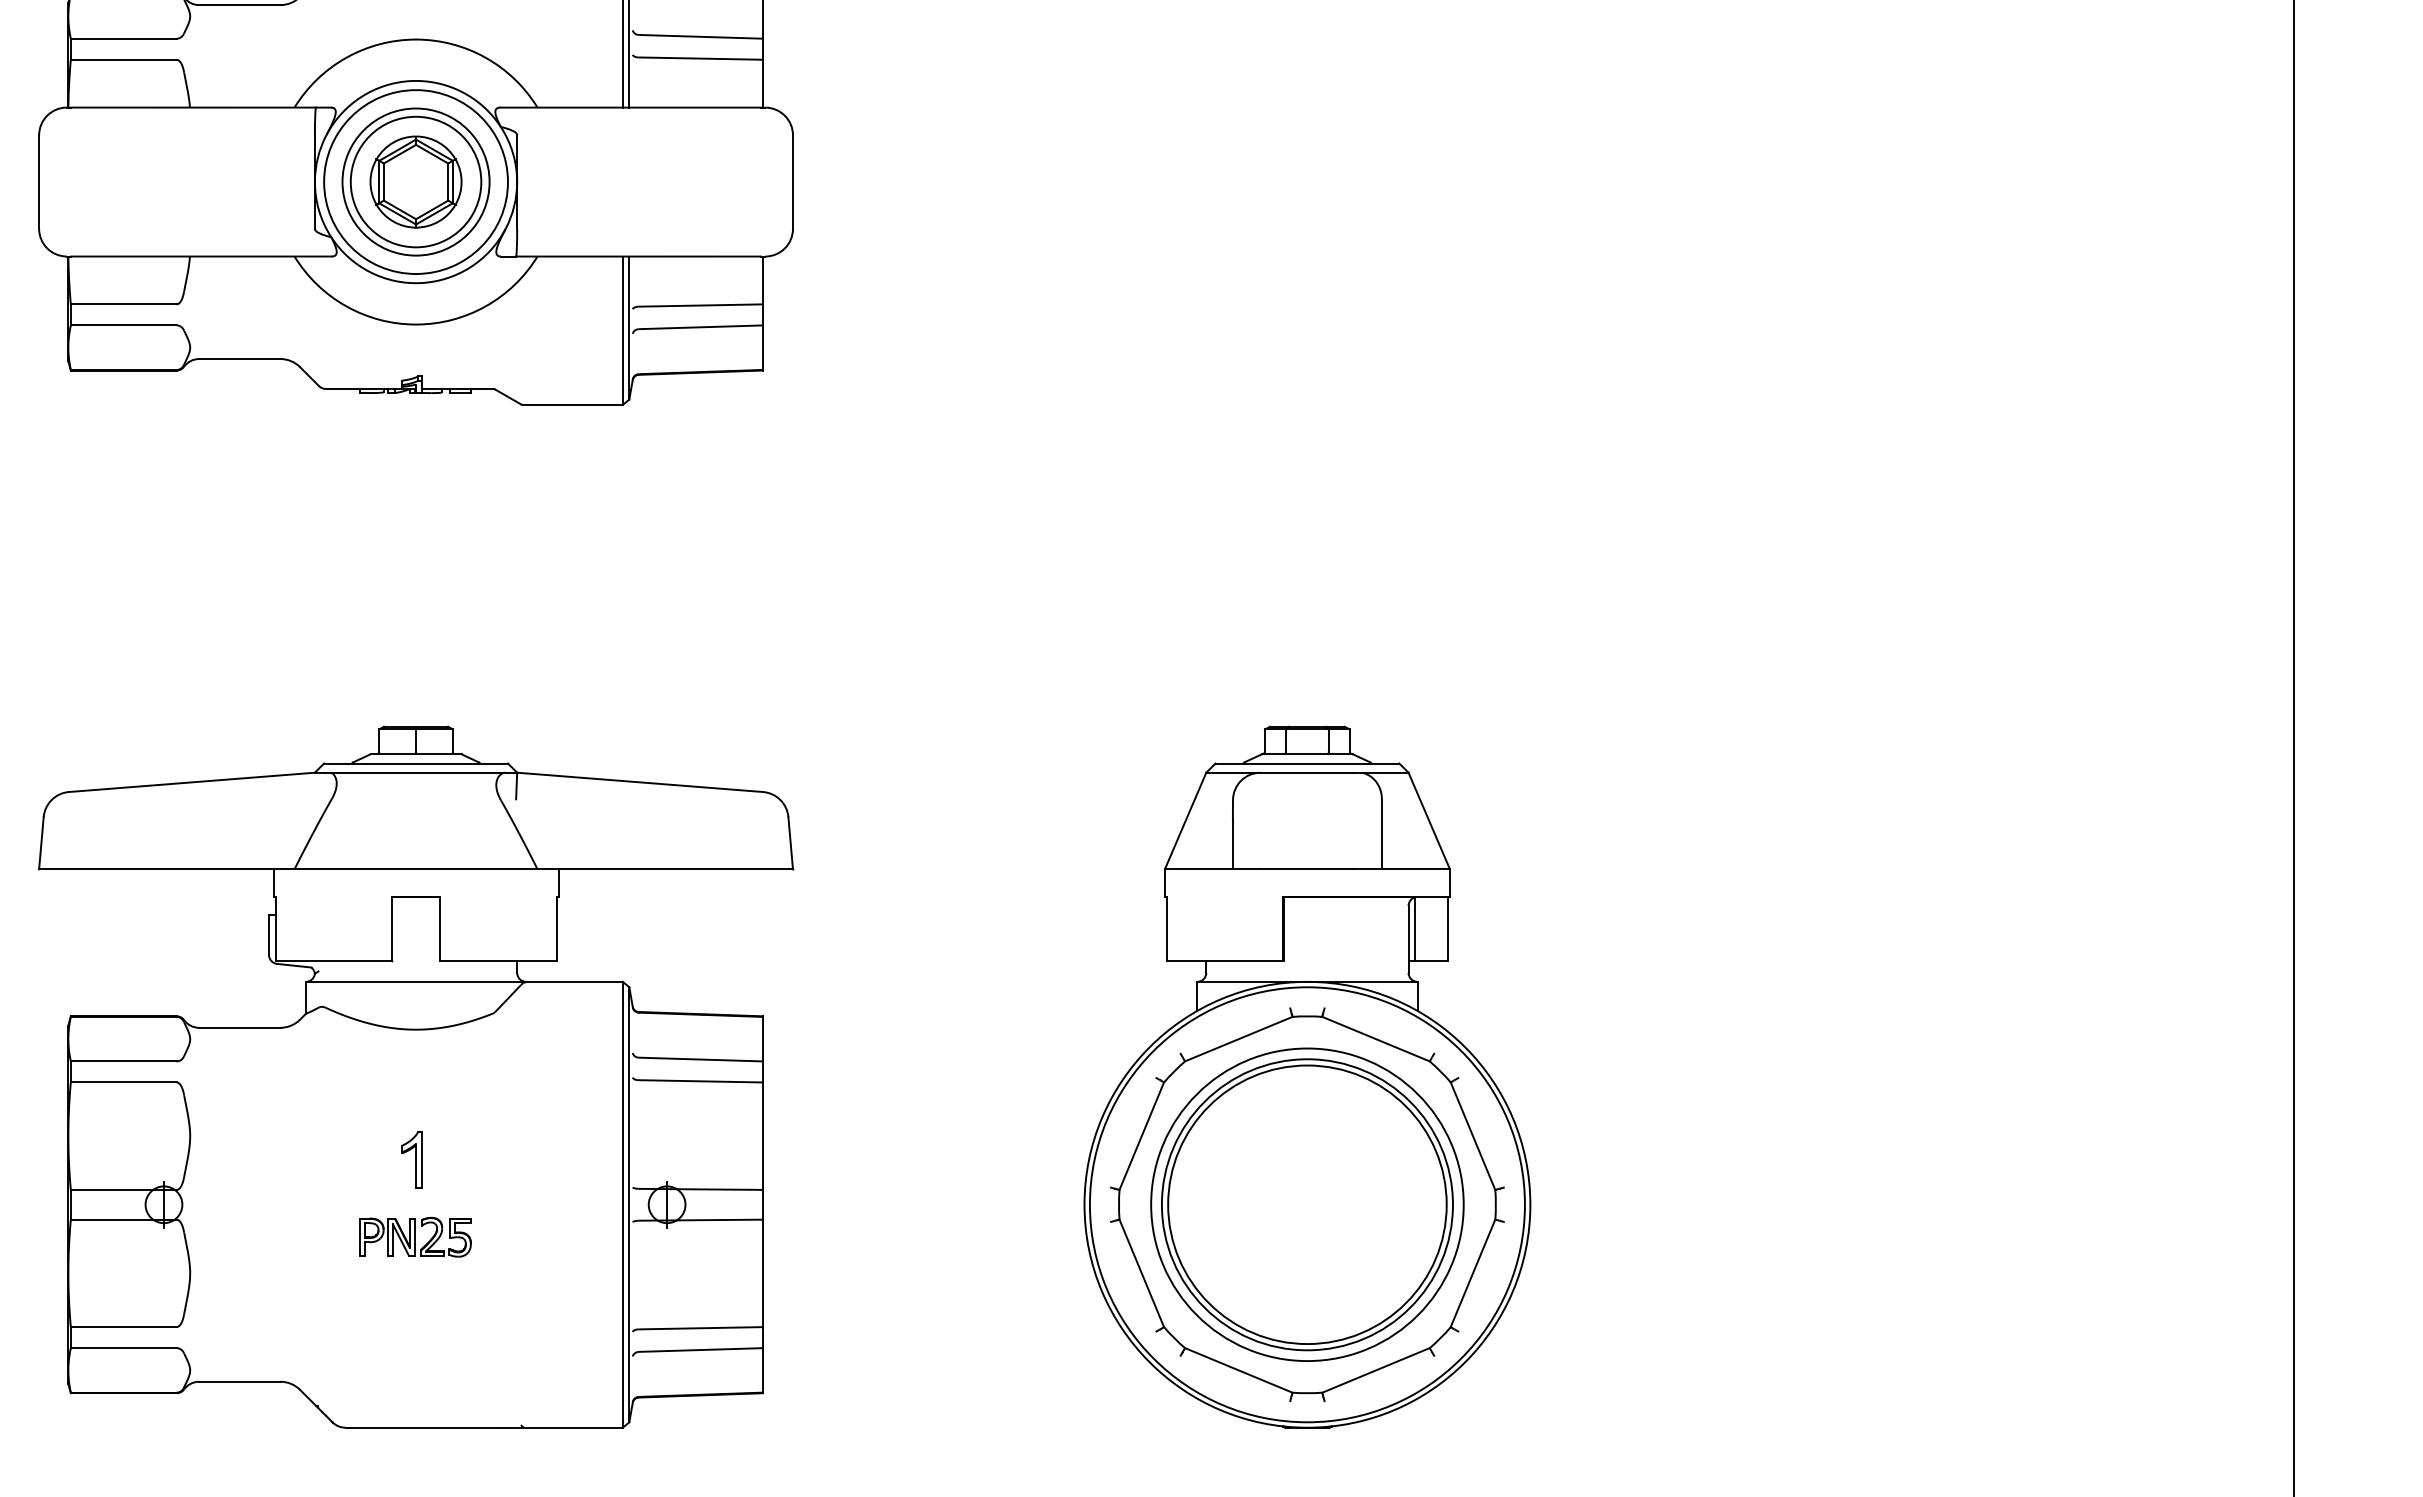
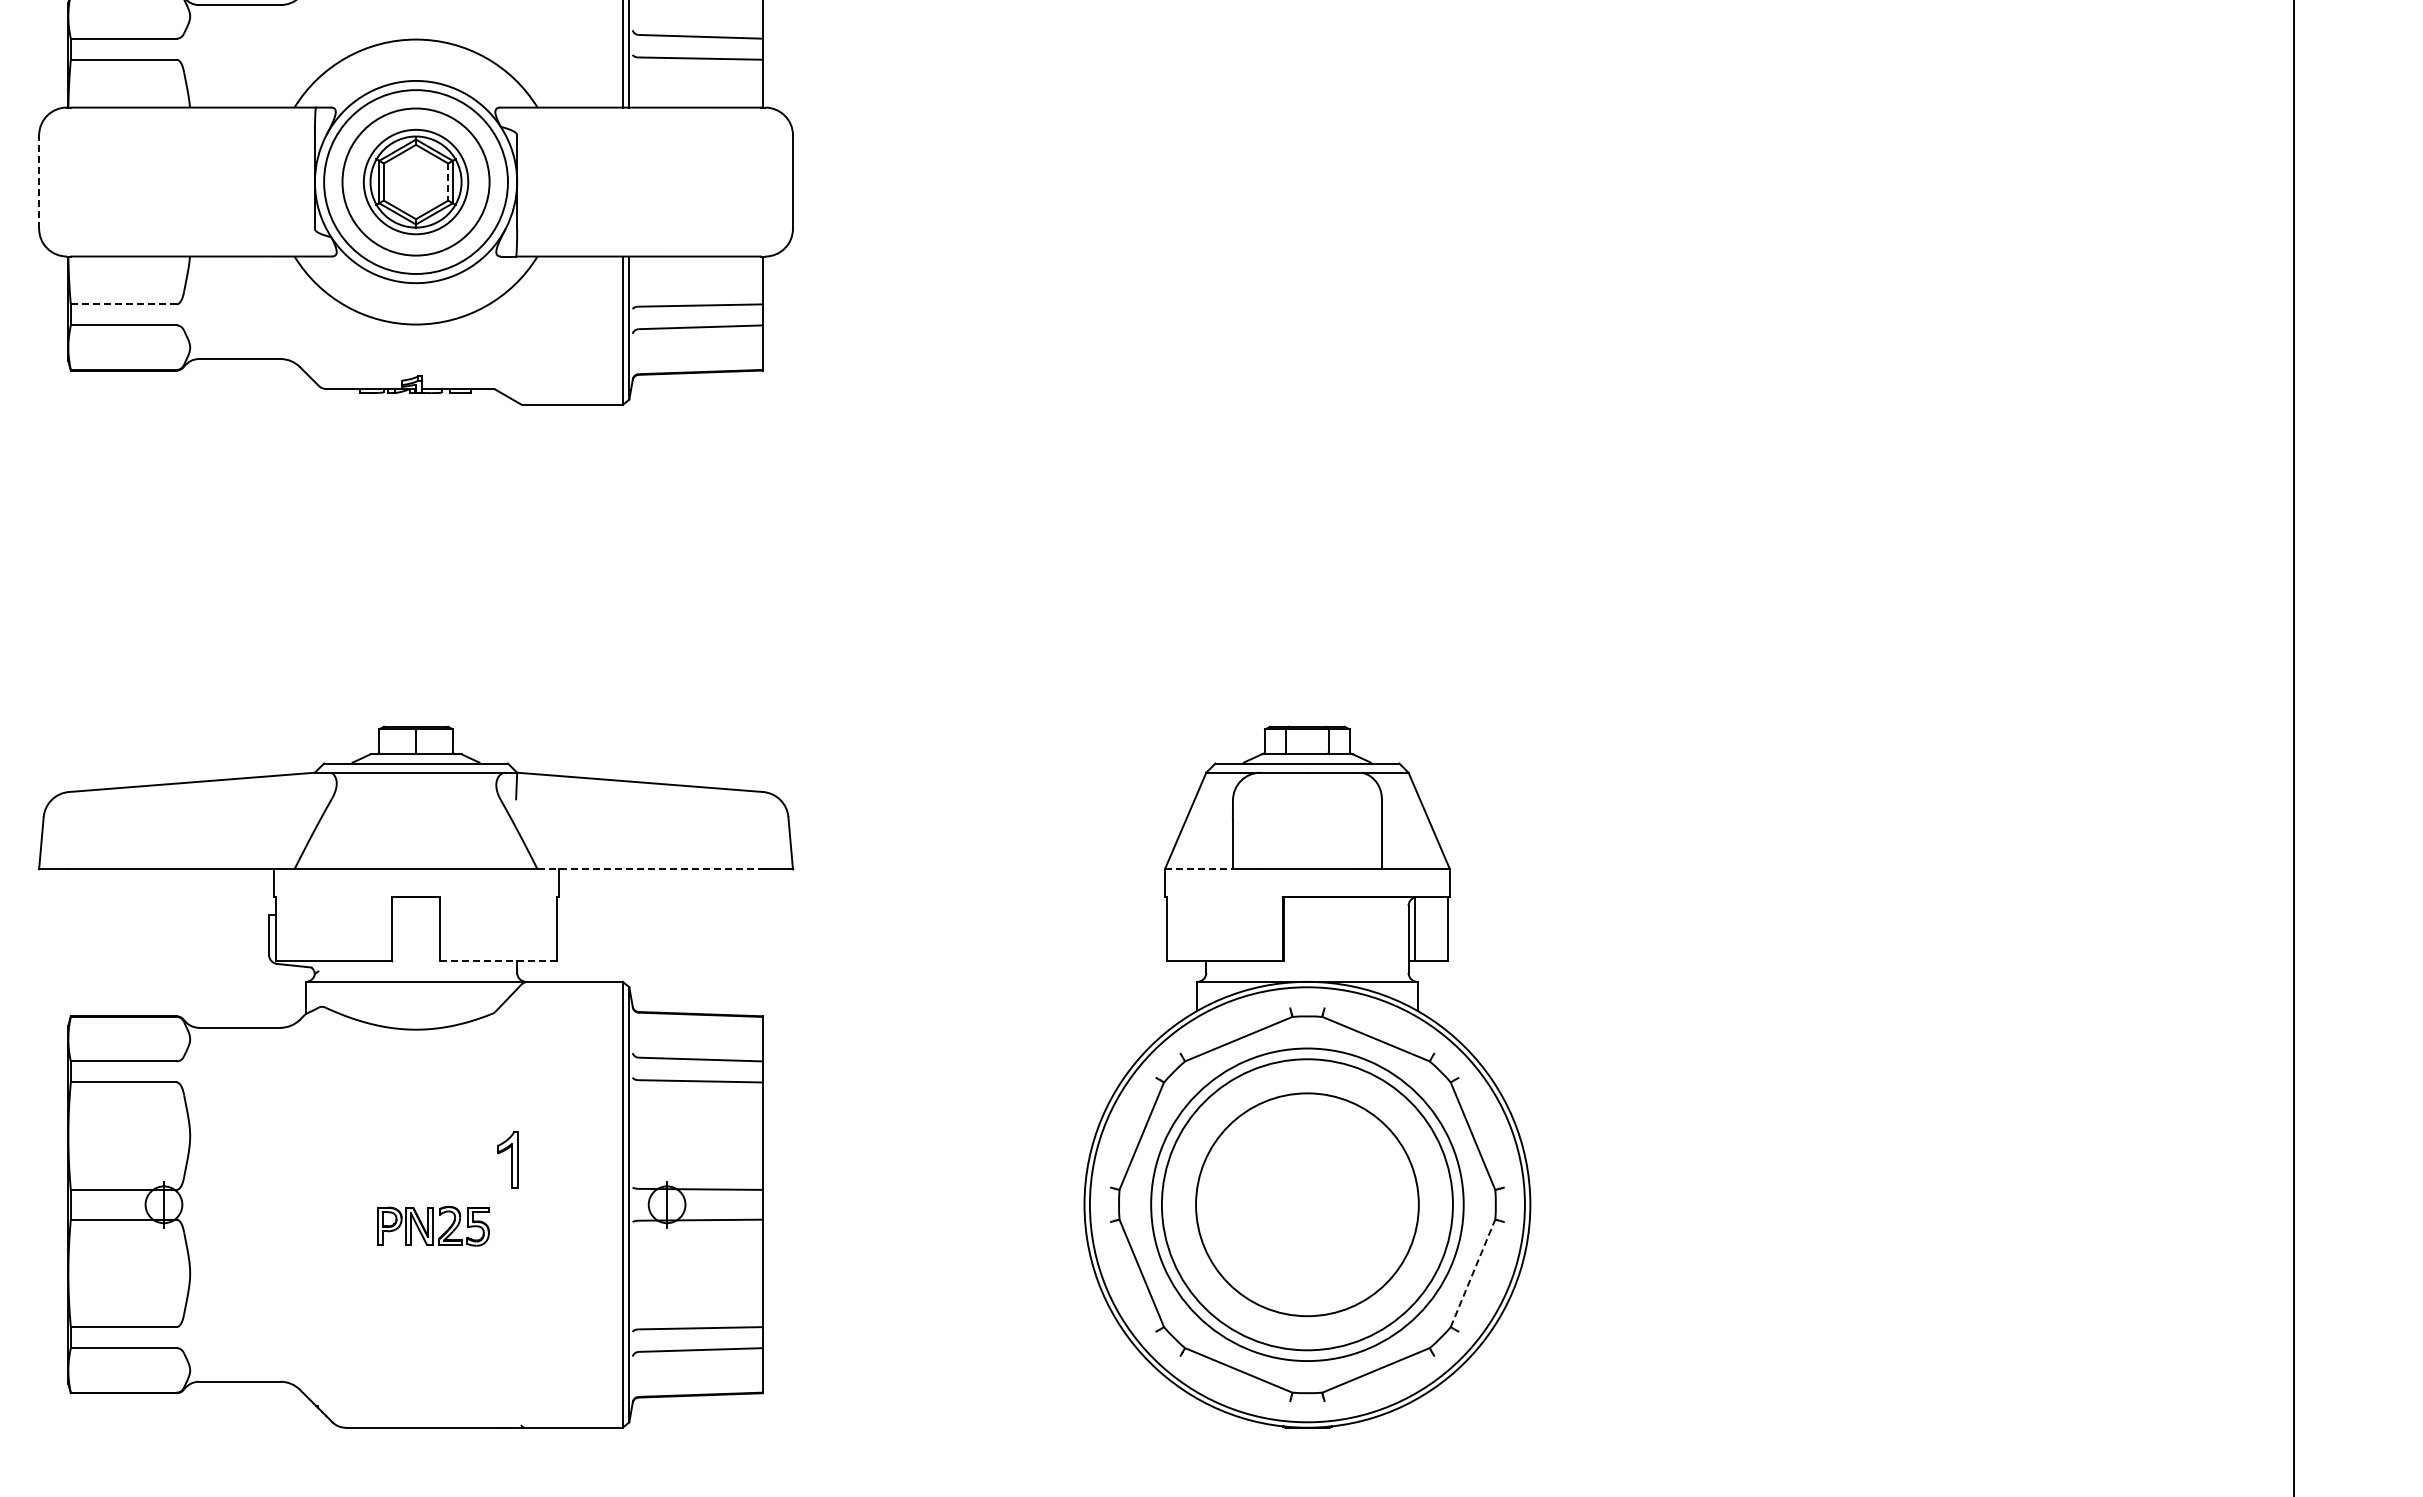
circle at (415, 181) diameter: 131 px -> 104 px
line at (39, 182): solid -> dashed
line at (448, 182): solid -> dashed
line at (123, 304): solid -> dashed
line at (651, 869): solid -> dashed
line at (1198, 869): solid -> dashed
line at (498, 961): solid -> dashed
part at (411, 1159) position: (411, 1159) -> (507, 1159)
circle at (1307, 1204) diameter: 279 px -> 223 px
part at (415, 1236) position: (415, 1236) -> (433, 1225)
line at (1473, 1272): solid -> dashed
